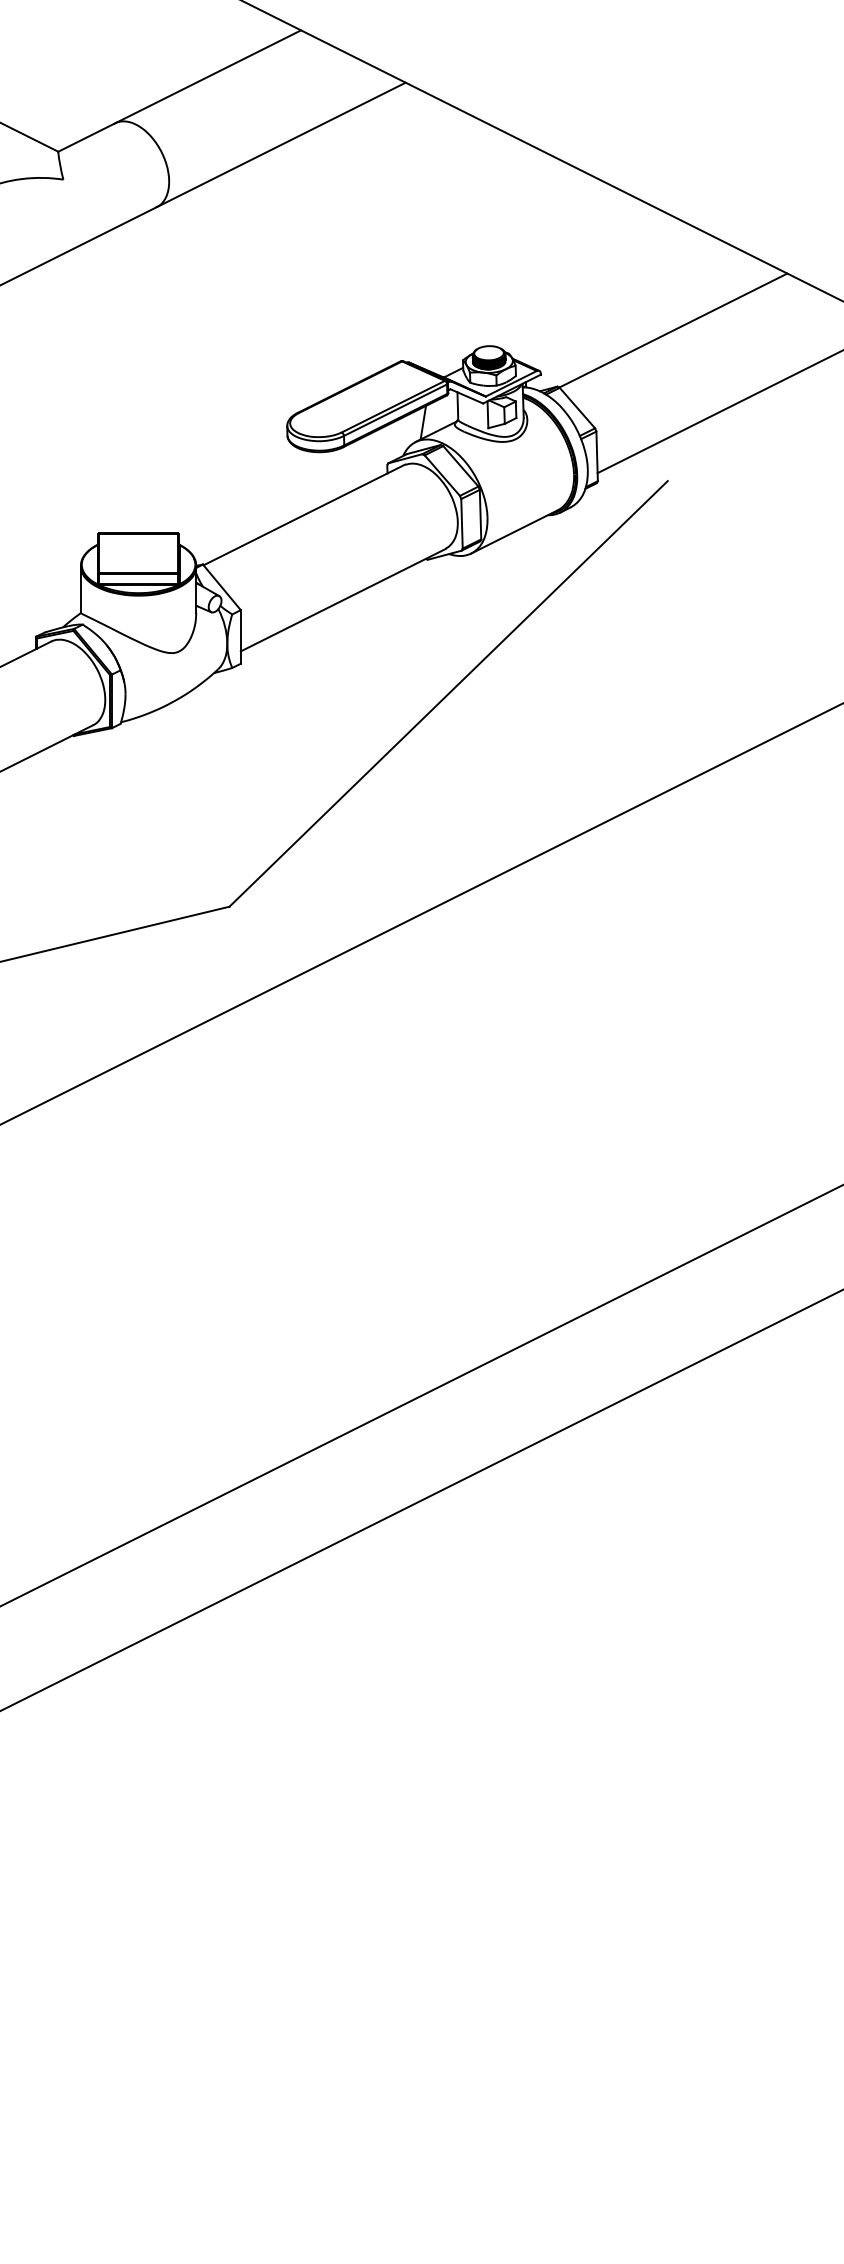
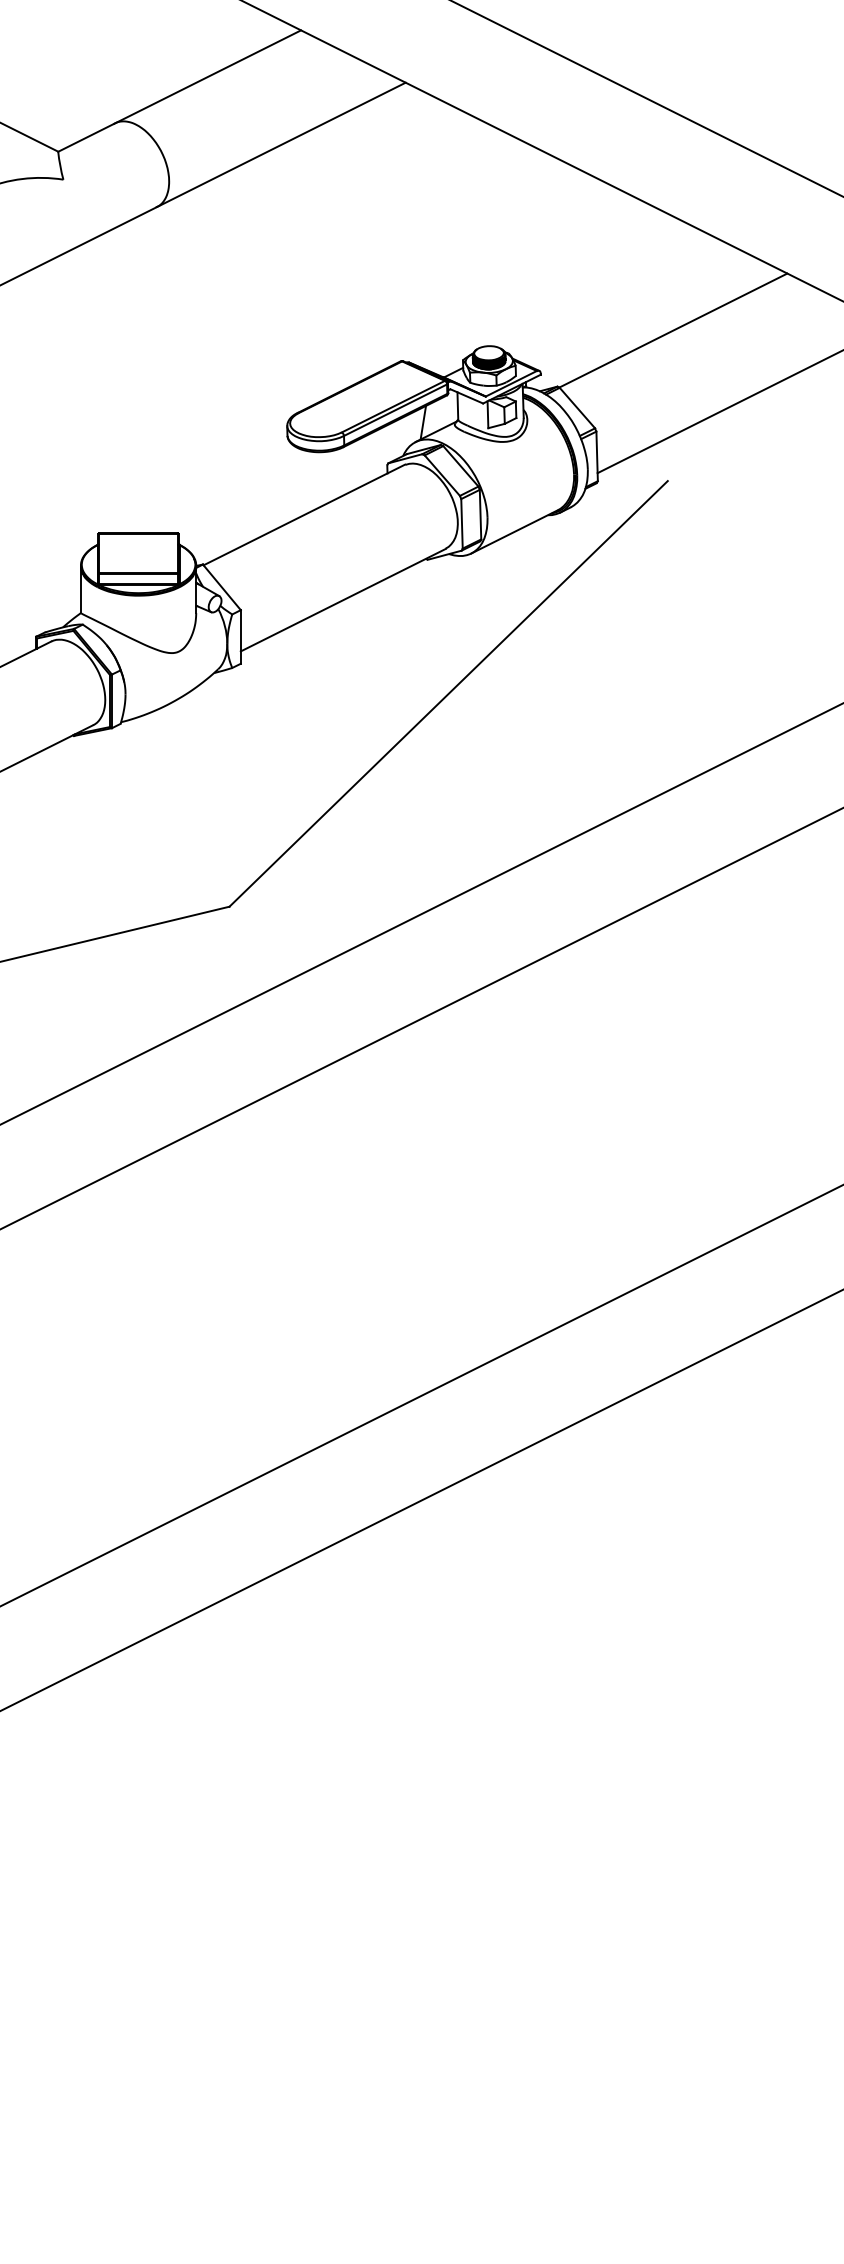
line at (647, 98): none -> present
line at (421, 1018): none -> present
